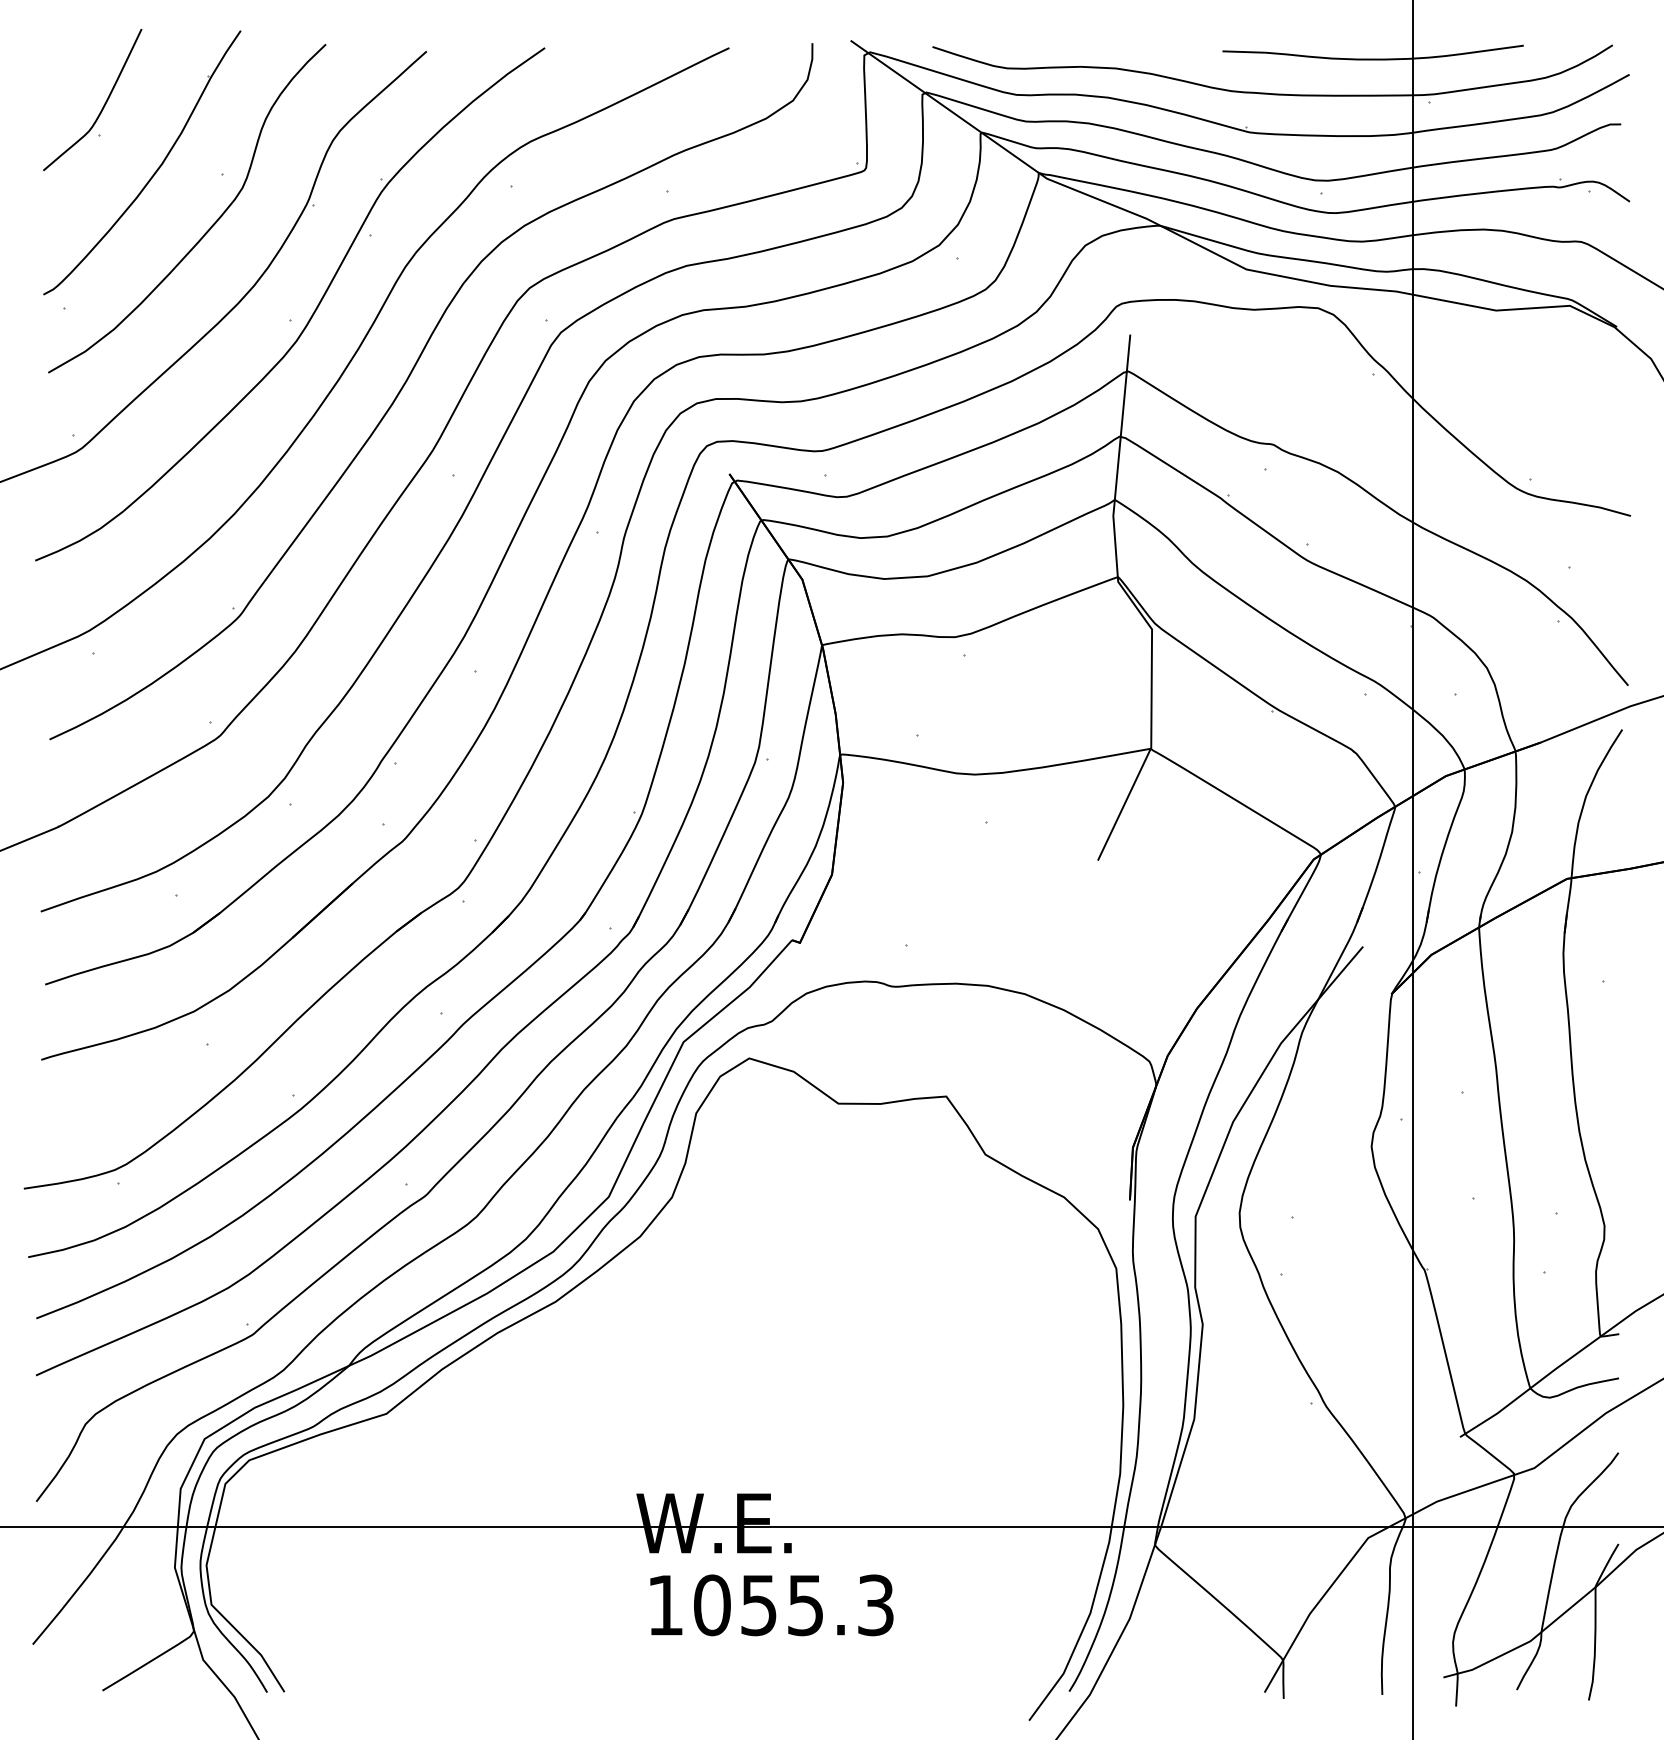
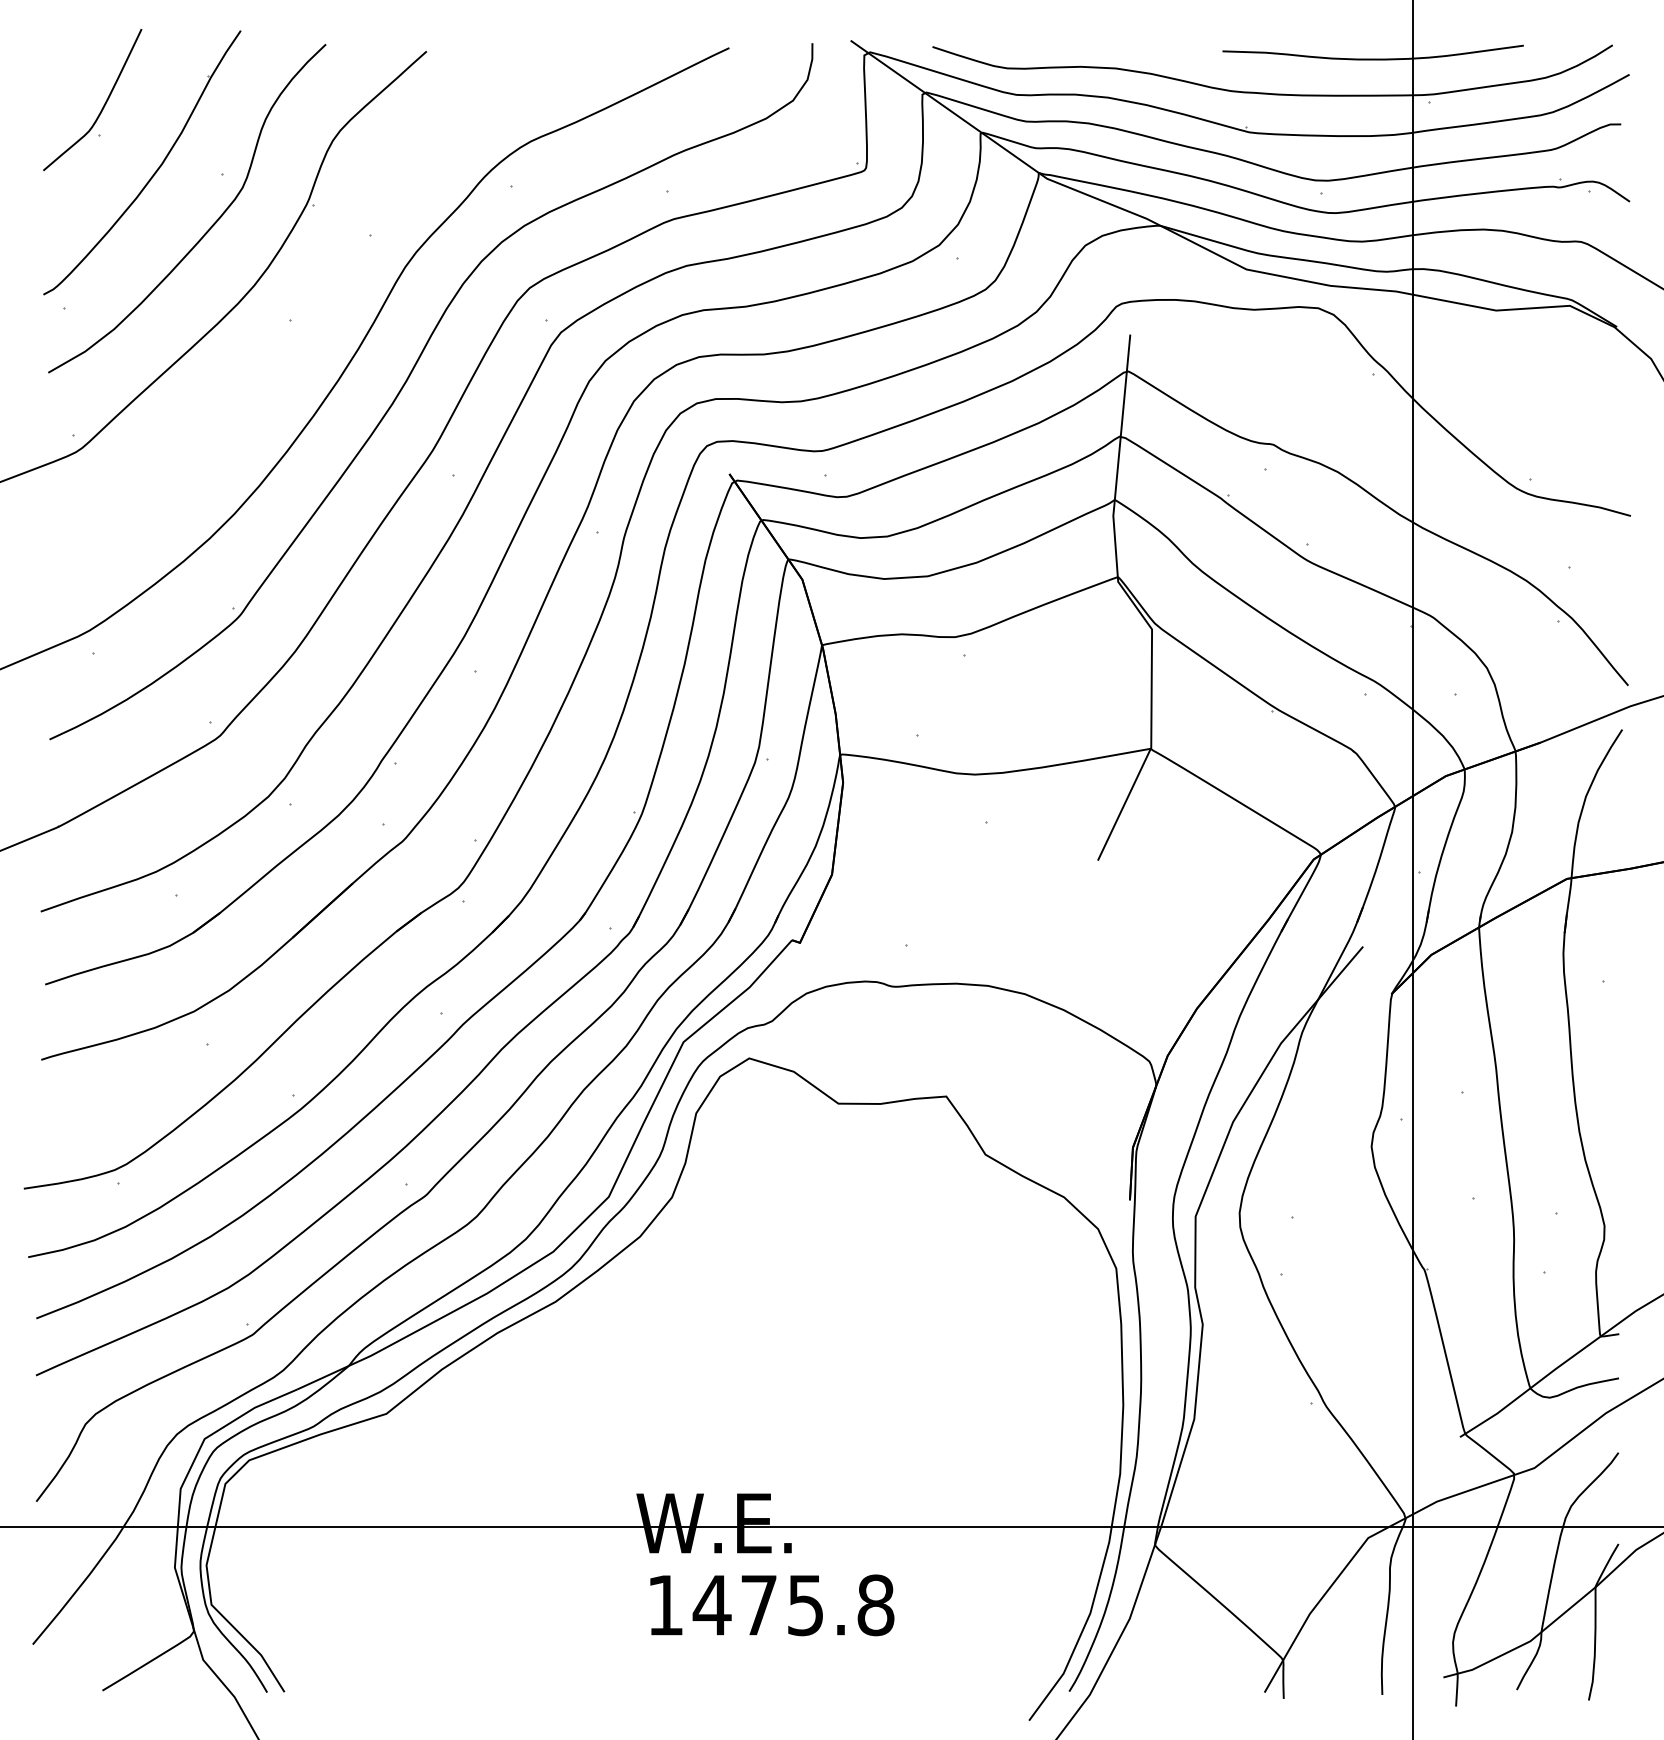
part at (309, 318): present -> none
text at (793, 1605): 1055.3 -> 1475.8
